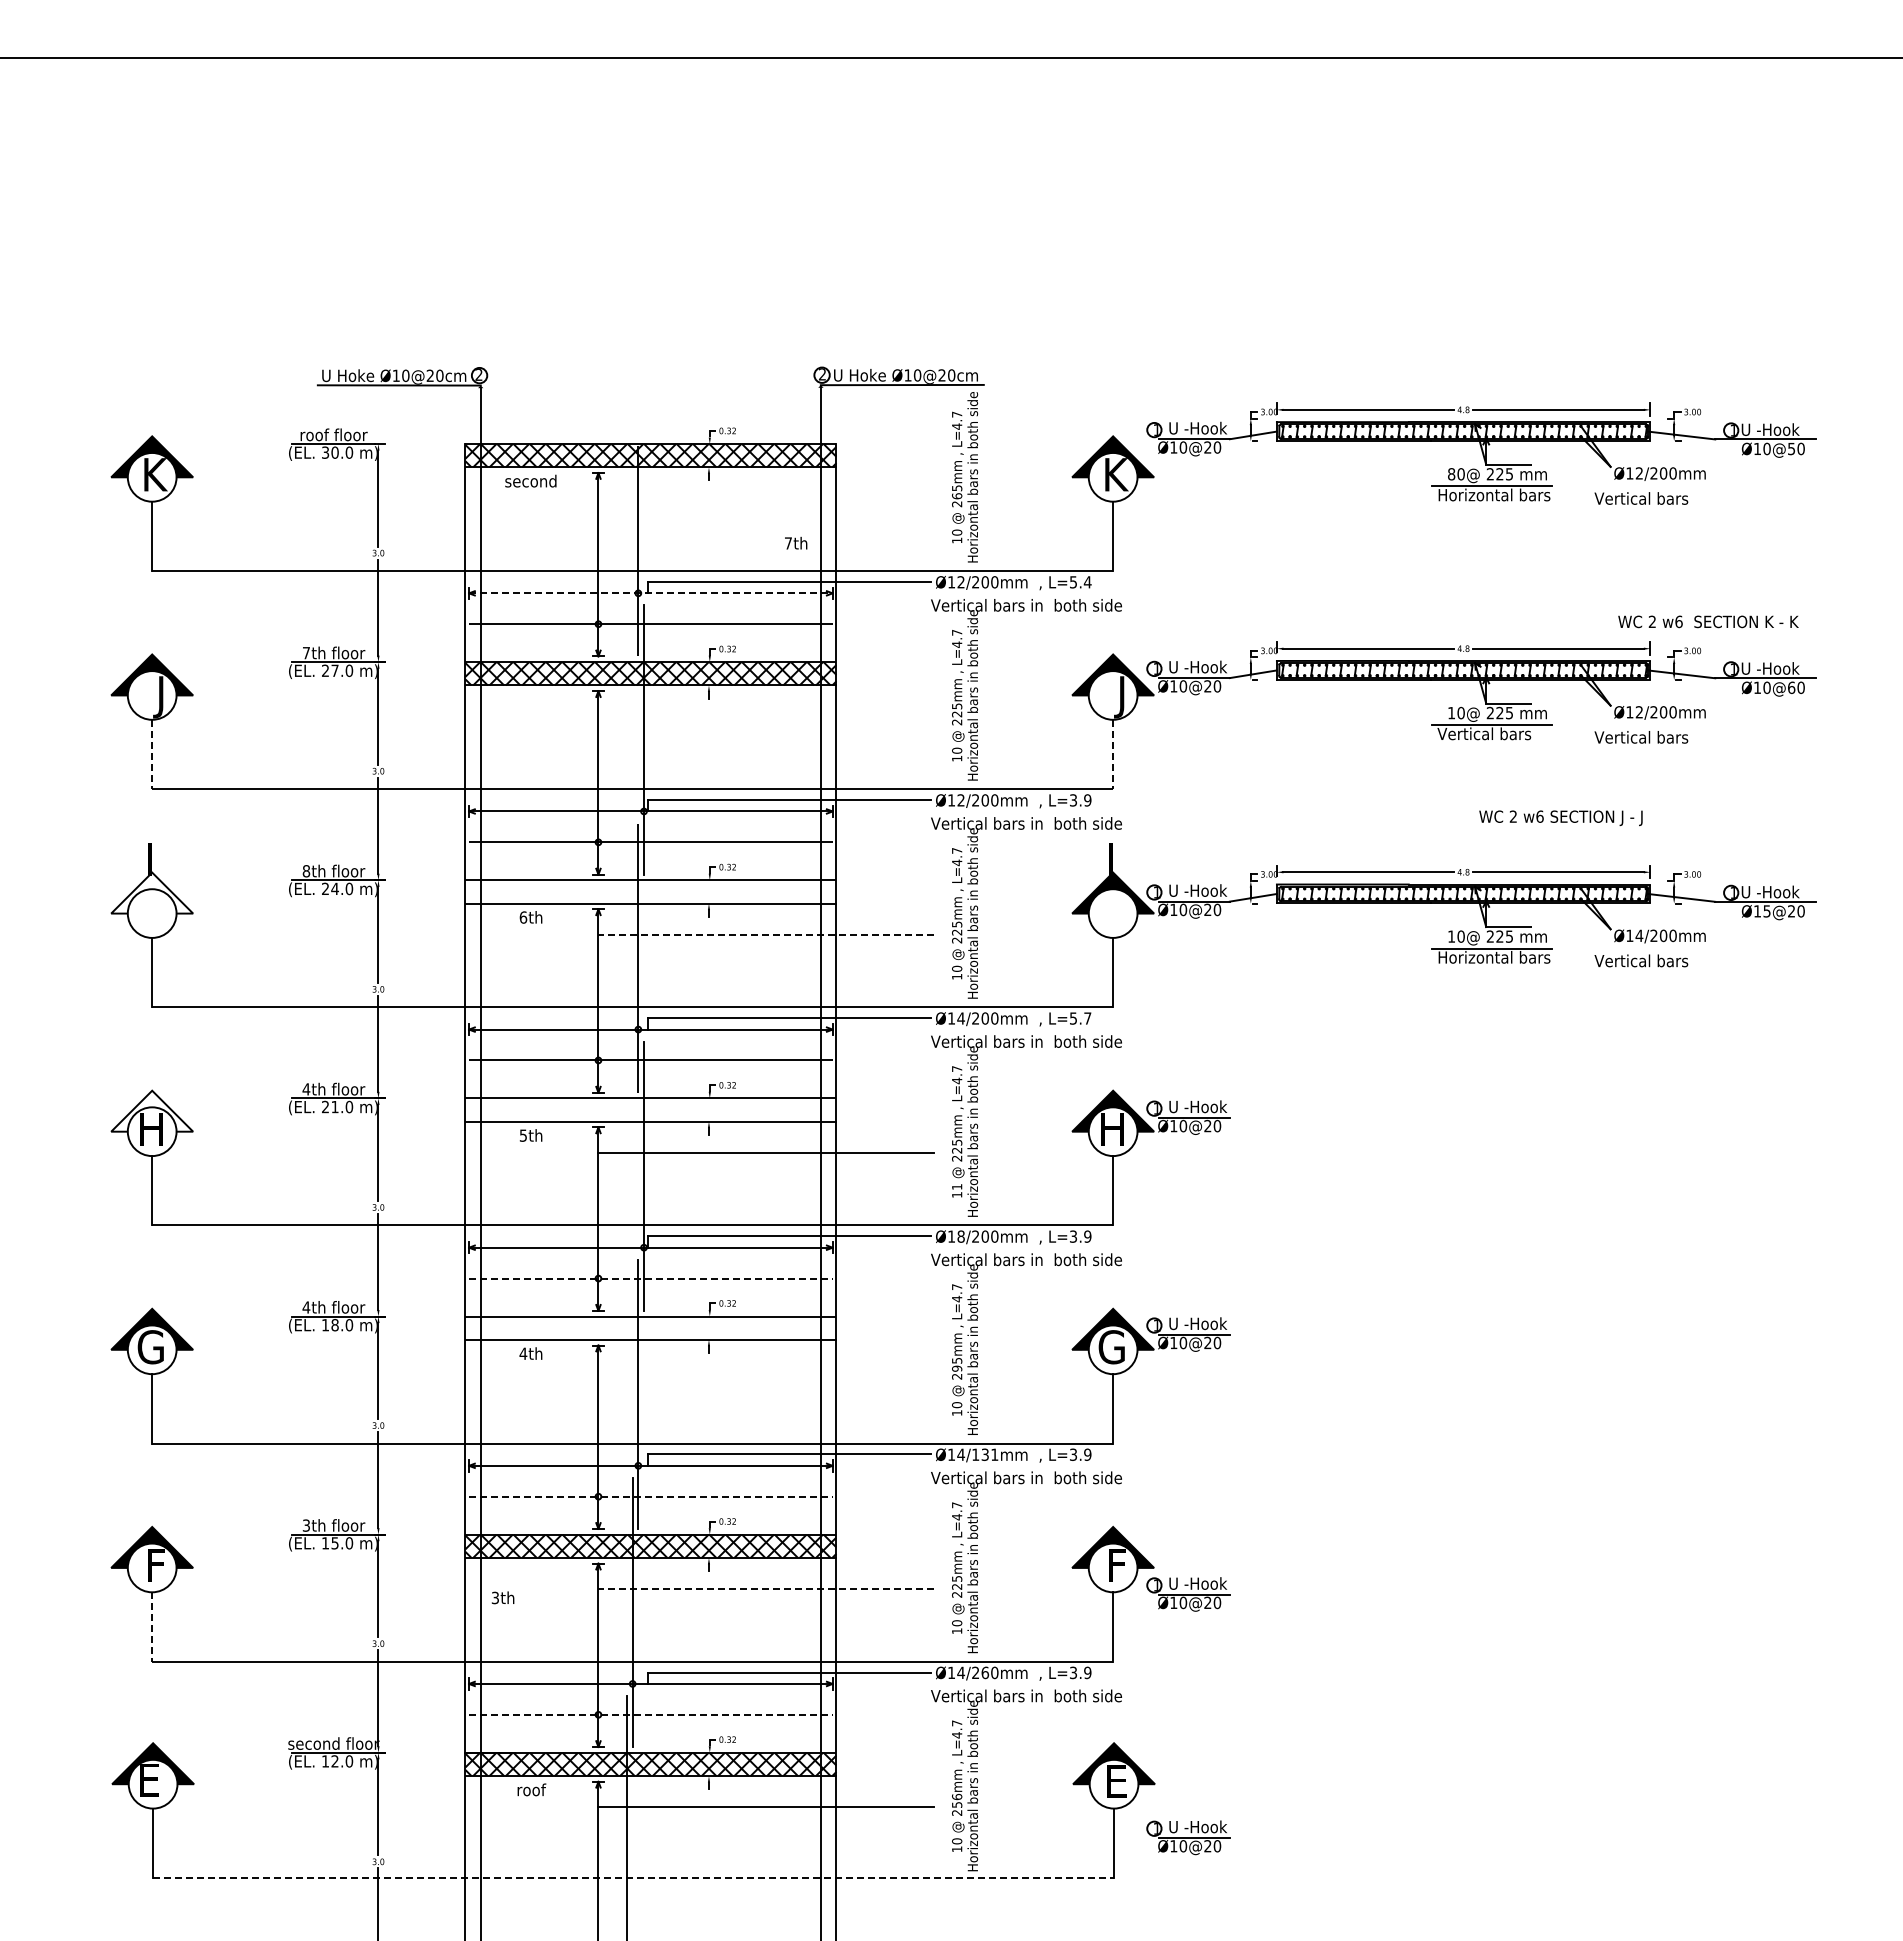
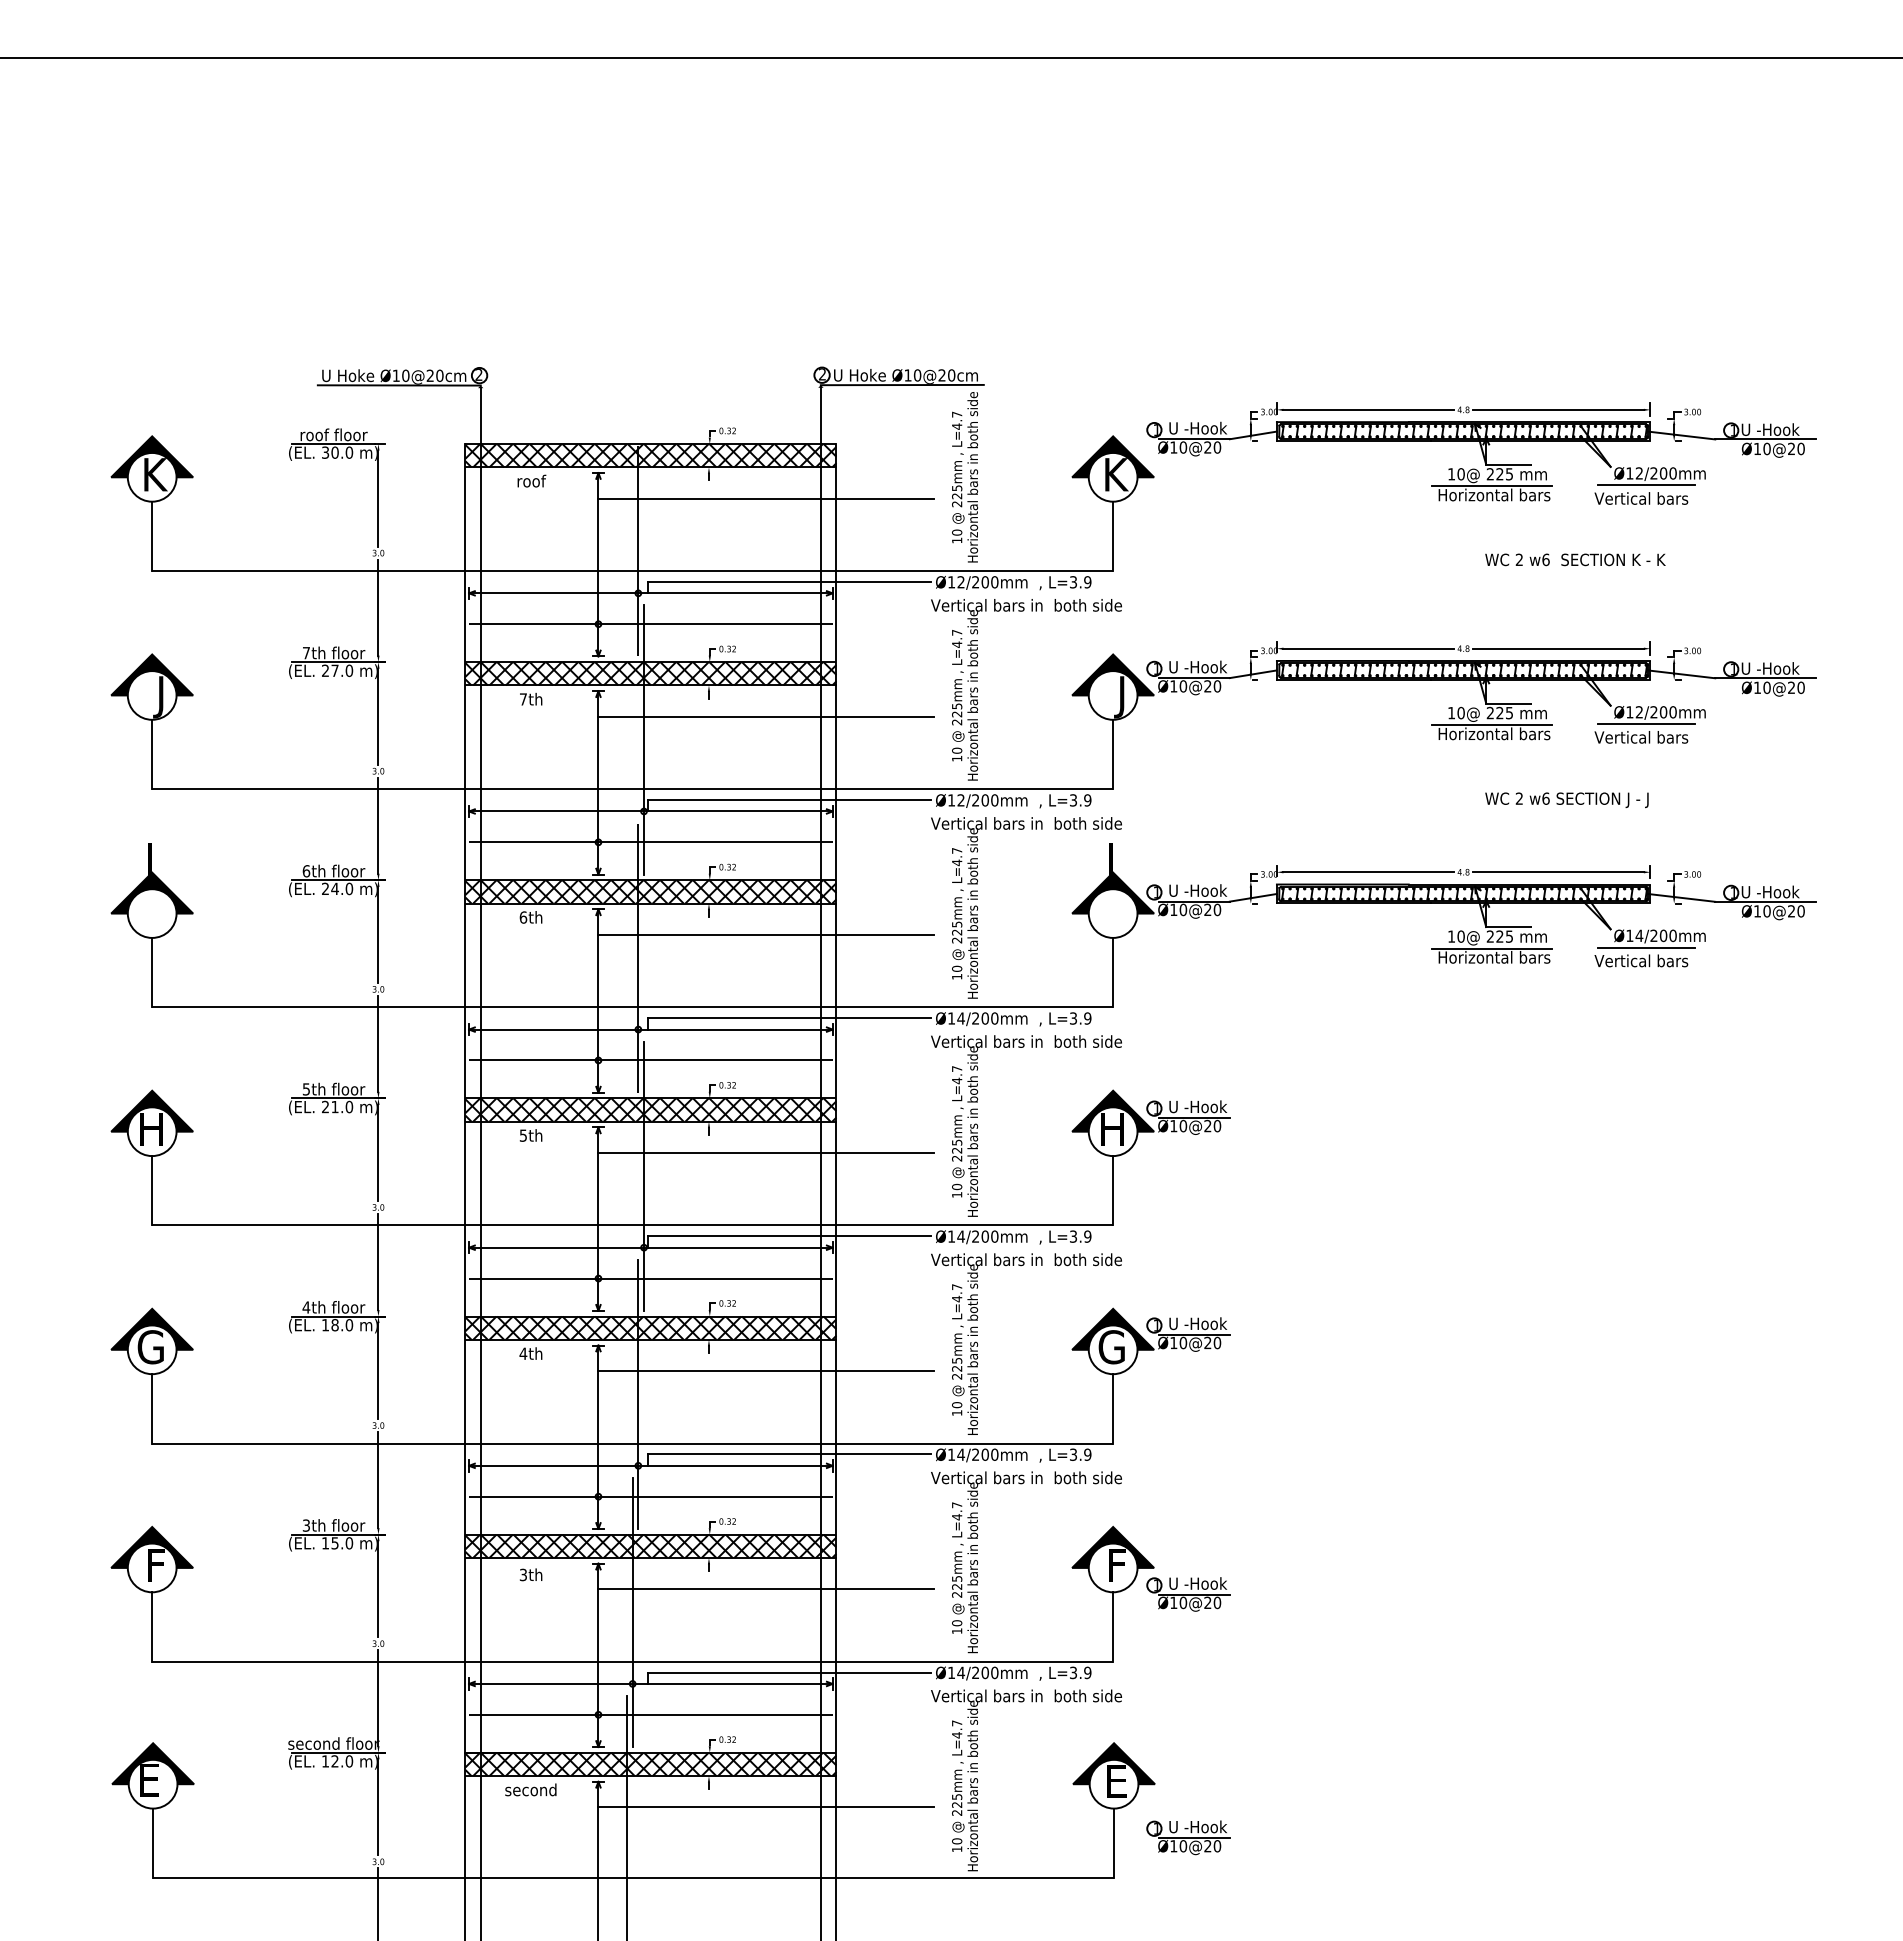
text at (1791, 448): Ø10@50 -> Ø10@20
text at (1451, 474): 80@ -> 10@
text at (530, 480): second -> roof
line at (1645, 485): none -> present
text at (957, 496): 265mm -> 225mm
line at (765, 498): none -> present
text at (796, 543) position: (796, 543) -> (531, 699)
text at (1080, 582): L=5.4 -> L=3.9
line at (650, 593): dashed -> solid
text at (1708, 621) position: (1708, 621) -> (1575, 559)
text at (1791, 687): Ø10@60 -> Ø10@20
line at (765, 716): none -> present
line at (1645, 724): none -> present
text at (1493, 733): Vertical bars -> Horizontal bars
line at (152, 754): dashed -> solid
line at (1113, 754): dashed -> solid
text at (1560, 818) position: (1560, 818) -> (1566, 800)
text at (306, 871): 8th -> 6th
hatch at (650, 891): none -> present
fill at (152, 892): none -> present
text at (1766, 911): Ø15@20 -> Ø10@20
line at (766, 934): dashed -> solid
line at (1645, 947): none -> present
text at (1080, 1018): L=5.7 -> L=3.9
text at (306, 1089): 4th -> 5th
hatch at (650, 1109): none -> present
fill at (152, 1110): none -> present
text at (957, 1186): 11 -> 10
text at (961, 1236): Ø18/200mm -> Ø14/200mm
line at (650, 1278): dashed -> solid
hatch at (650, 1327): none -> present
text at (957, 1368): 295mm -> 225mm
line at (765, 1371): none -> present
text at (985, 1454): Ø14/131mm -> Ø14/200mm
line at (650, 1496): dashed -> solid
line at (766, 1589): dashed -> solid
text at (502, 1597) position: (502, 1597) -> (530, 1574)
line at (152, 1626): dashed -> solid
text at (985, 1672): Ø14/260mm -> Ø14/200mm
line at (650, 1714): dashed -> solid
text at (530, 1789): roof -> second
text at (957, 1800): 256mm -> 225mm
line at (634, 1877): dashed -> solid
